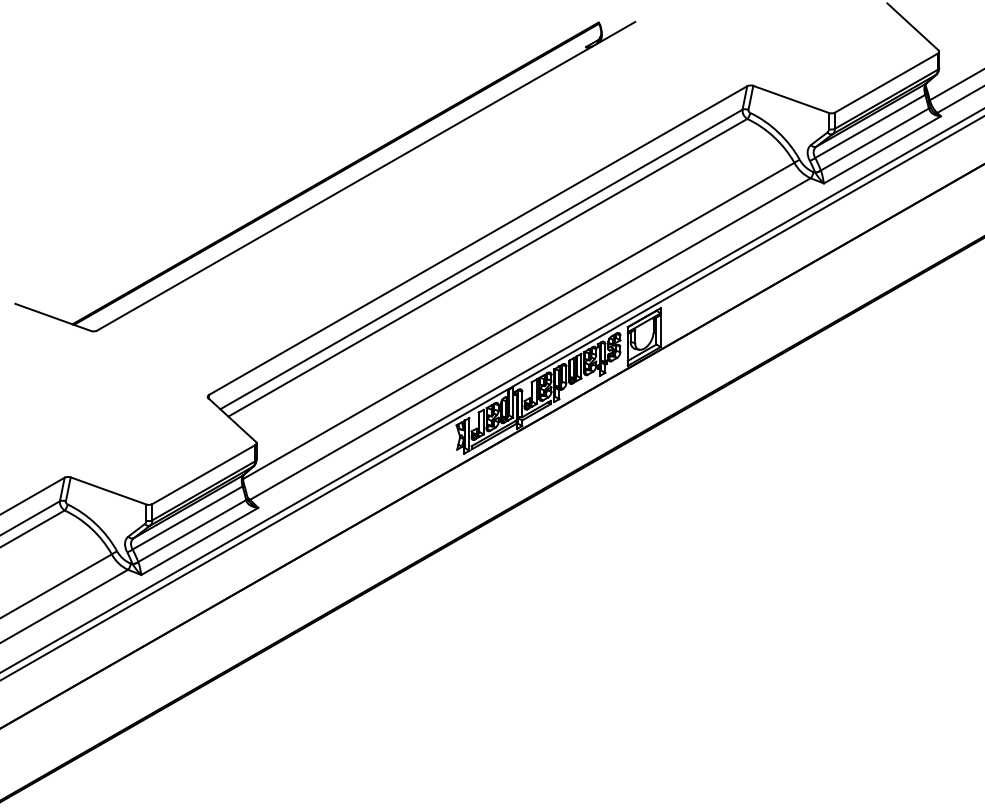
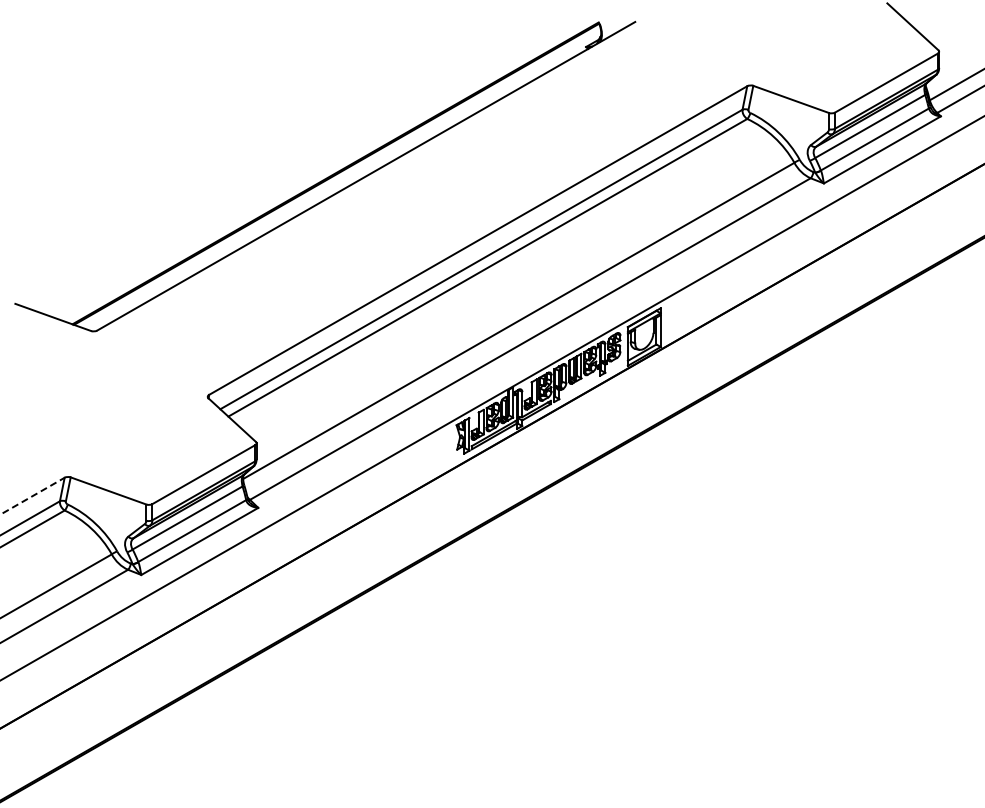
line at (491, 390): present -> none
line at (32, 496): solid -> dashed
